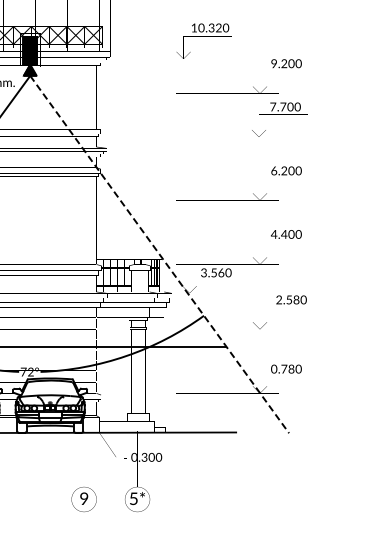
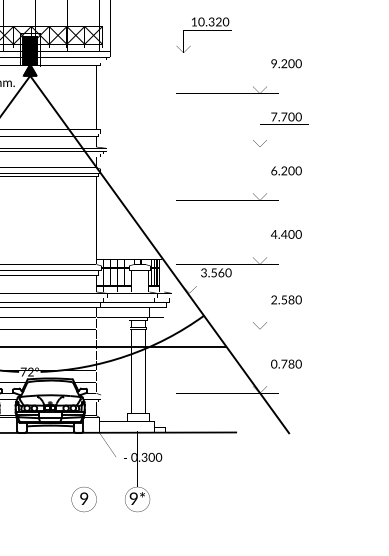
text at (203, 40) position: (203, 40) -> (203, 34)
text at (279, 119) position: (279, 119) -> (280, 129)
line at (159, 254): dashed -> solid
text at (291, 299) position: (291, 299) -> (286, 299)
text at (286, 368) position: (286, 368) -> (286, 363)
text at (133, 498): 5* -> 9*
